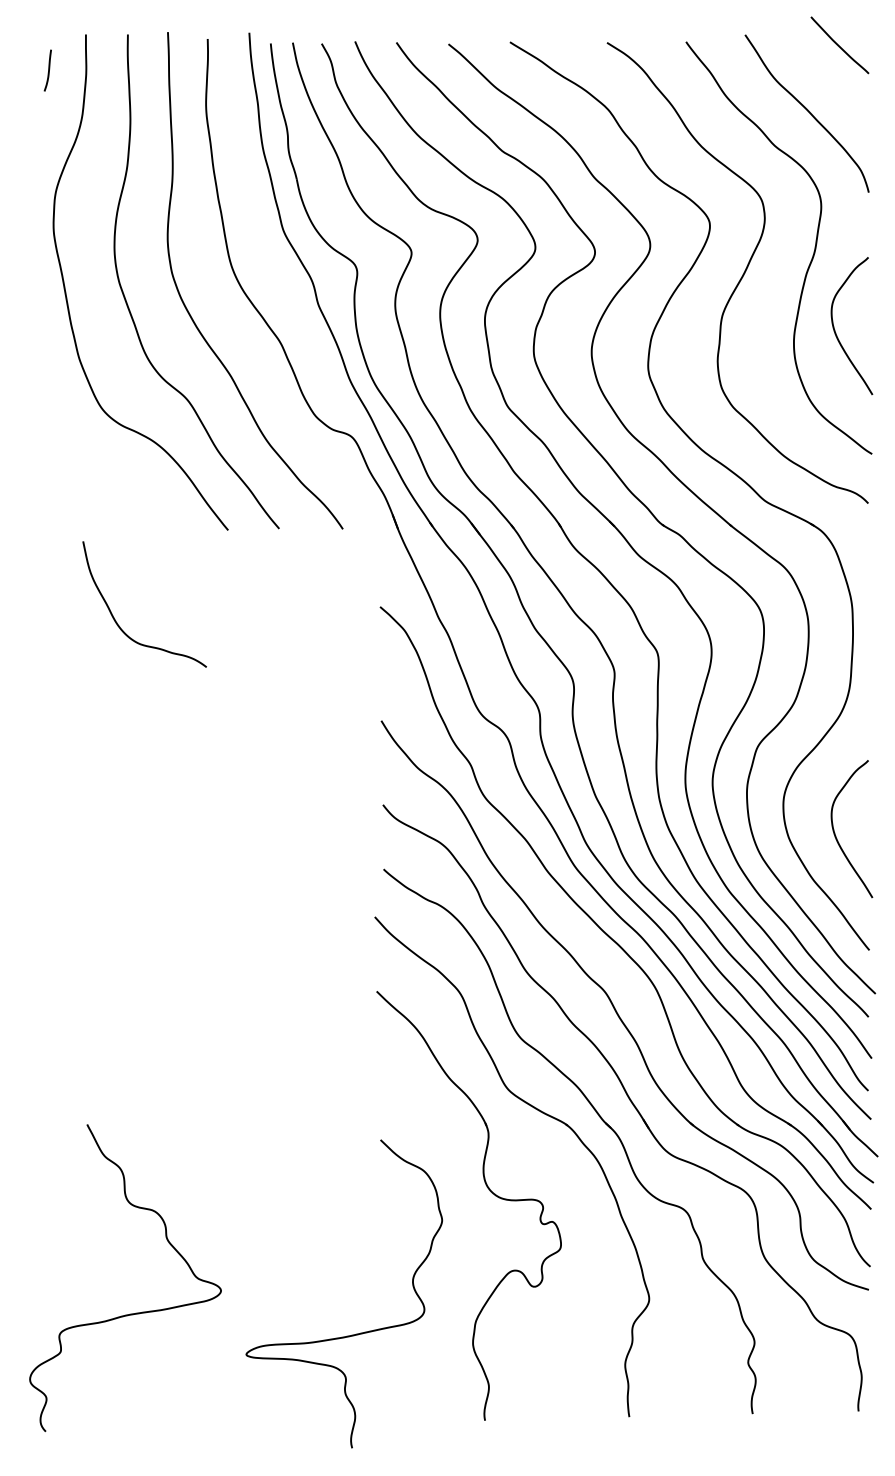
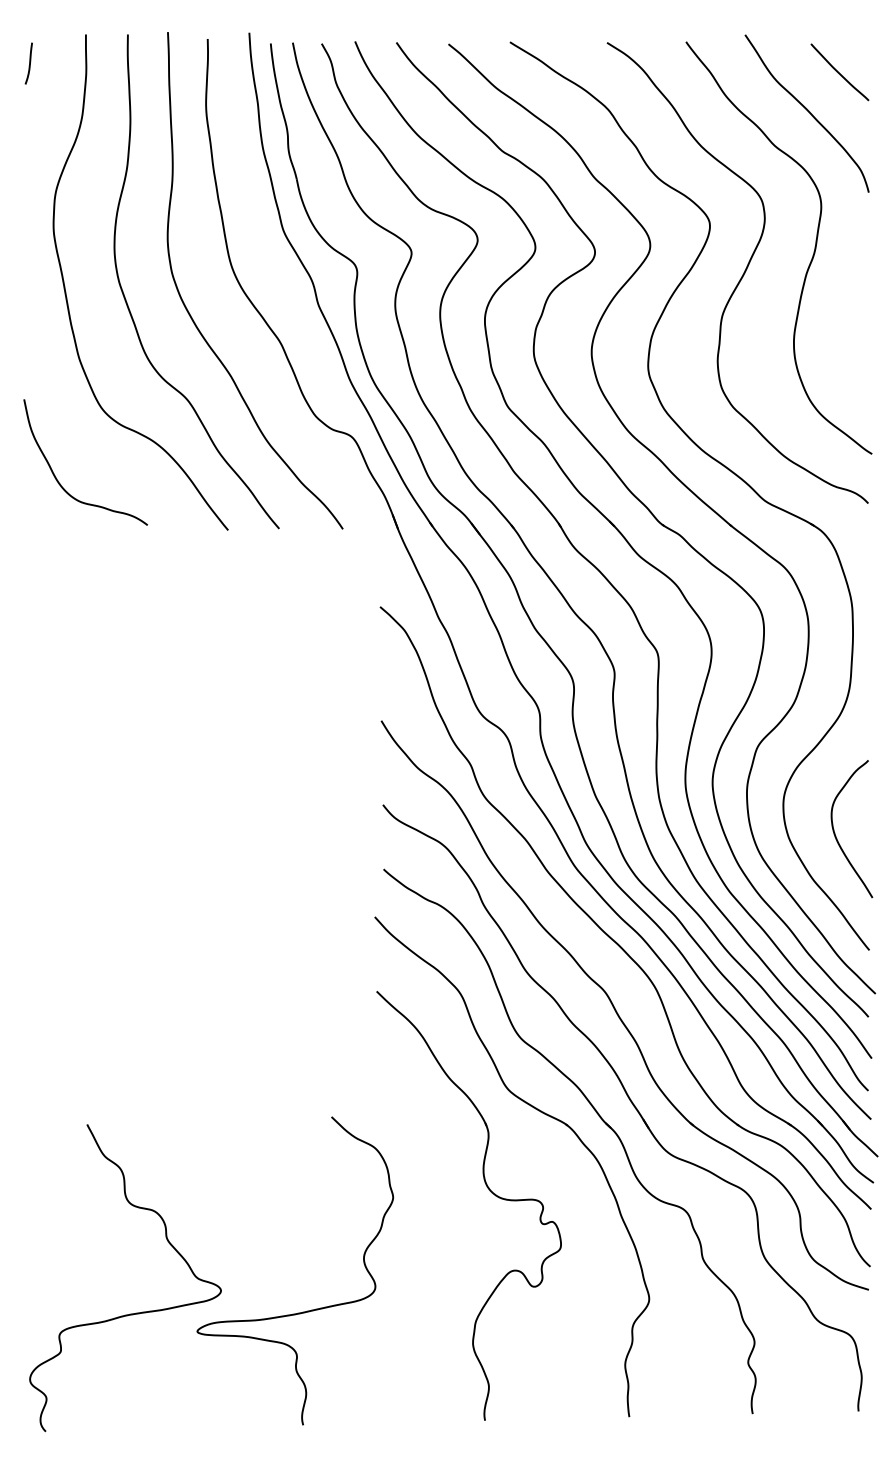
curve at (839, 45) position: (839, 45) -> (839, 72)
curve at (48, 70) position: (48, 70) -> (29, 63)
curve at (835, 330): present -> none
curve at (116, 620) position: (116, 620) -> (57, 478)
curve at (351, 1334) position: (351, 1334) -> (302, 1311)
